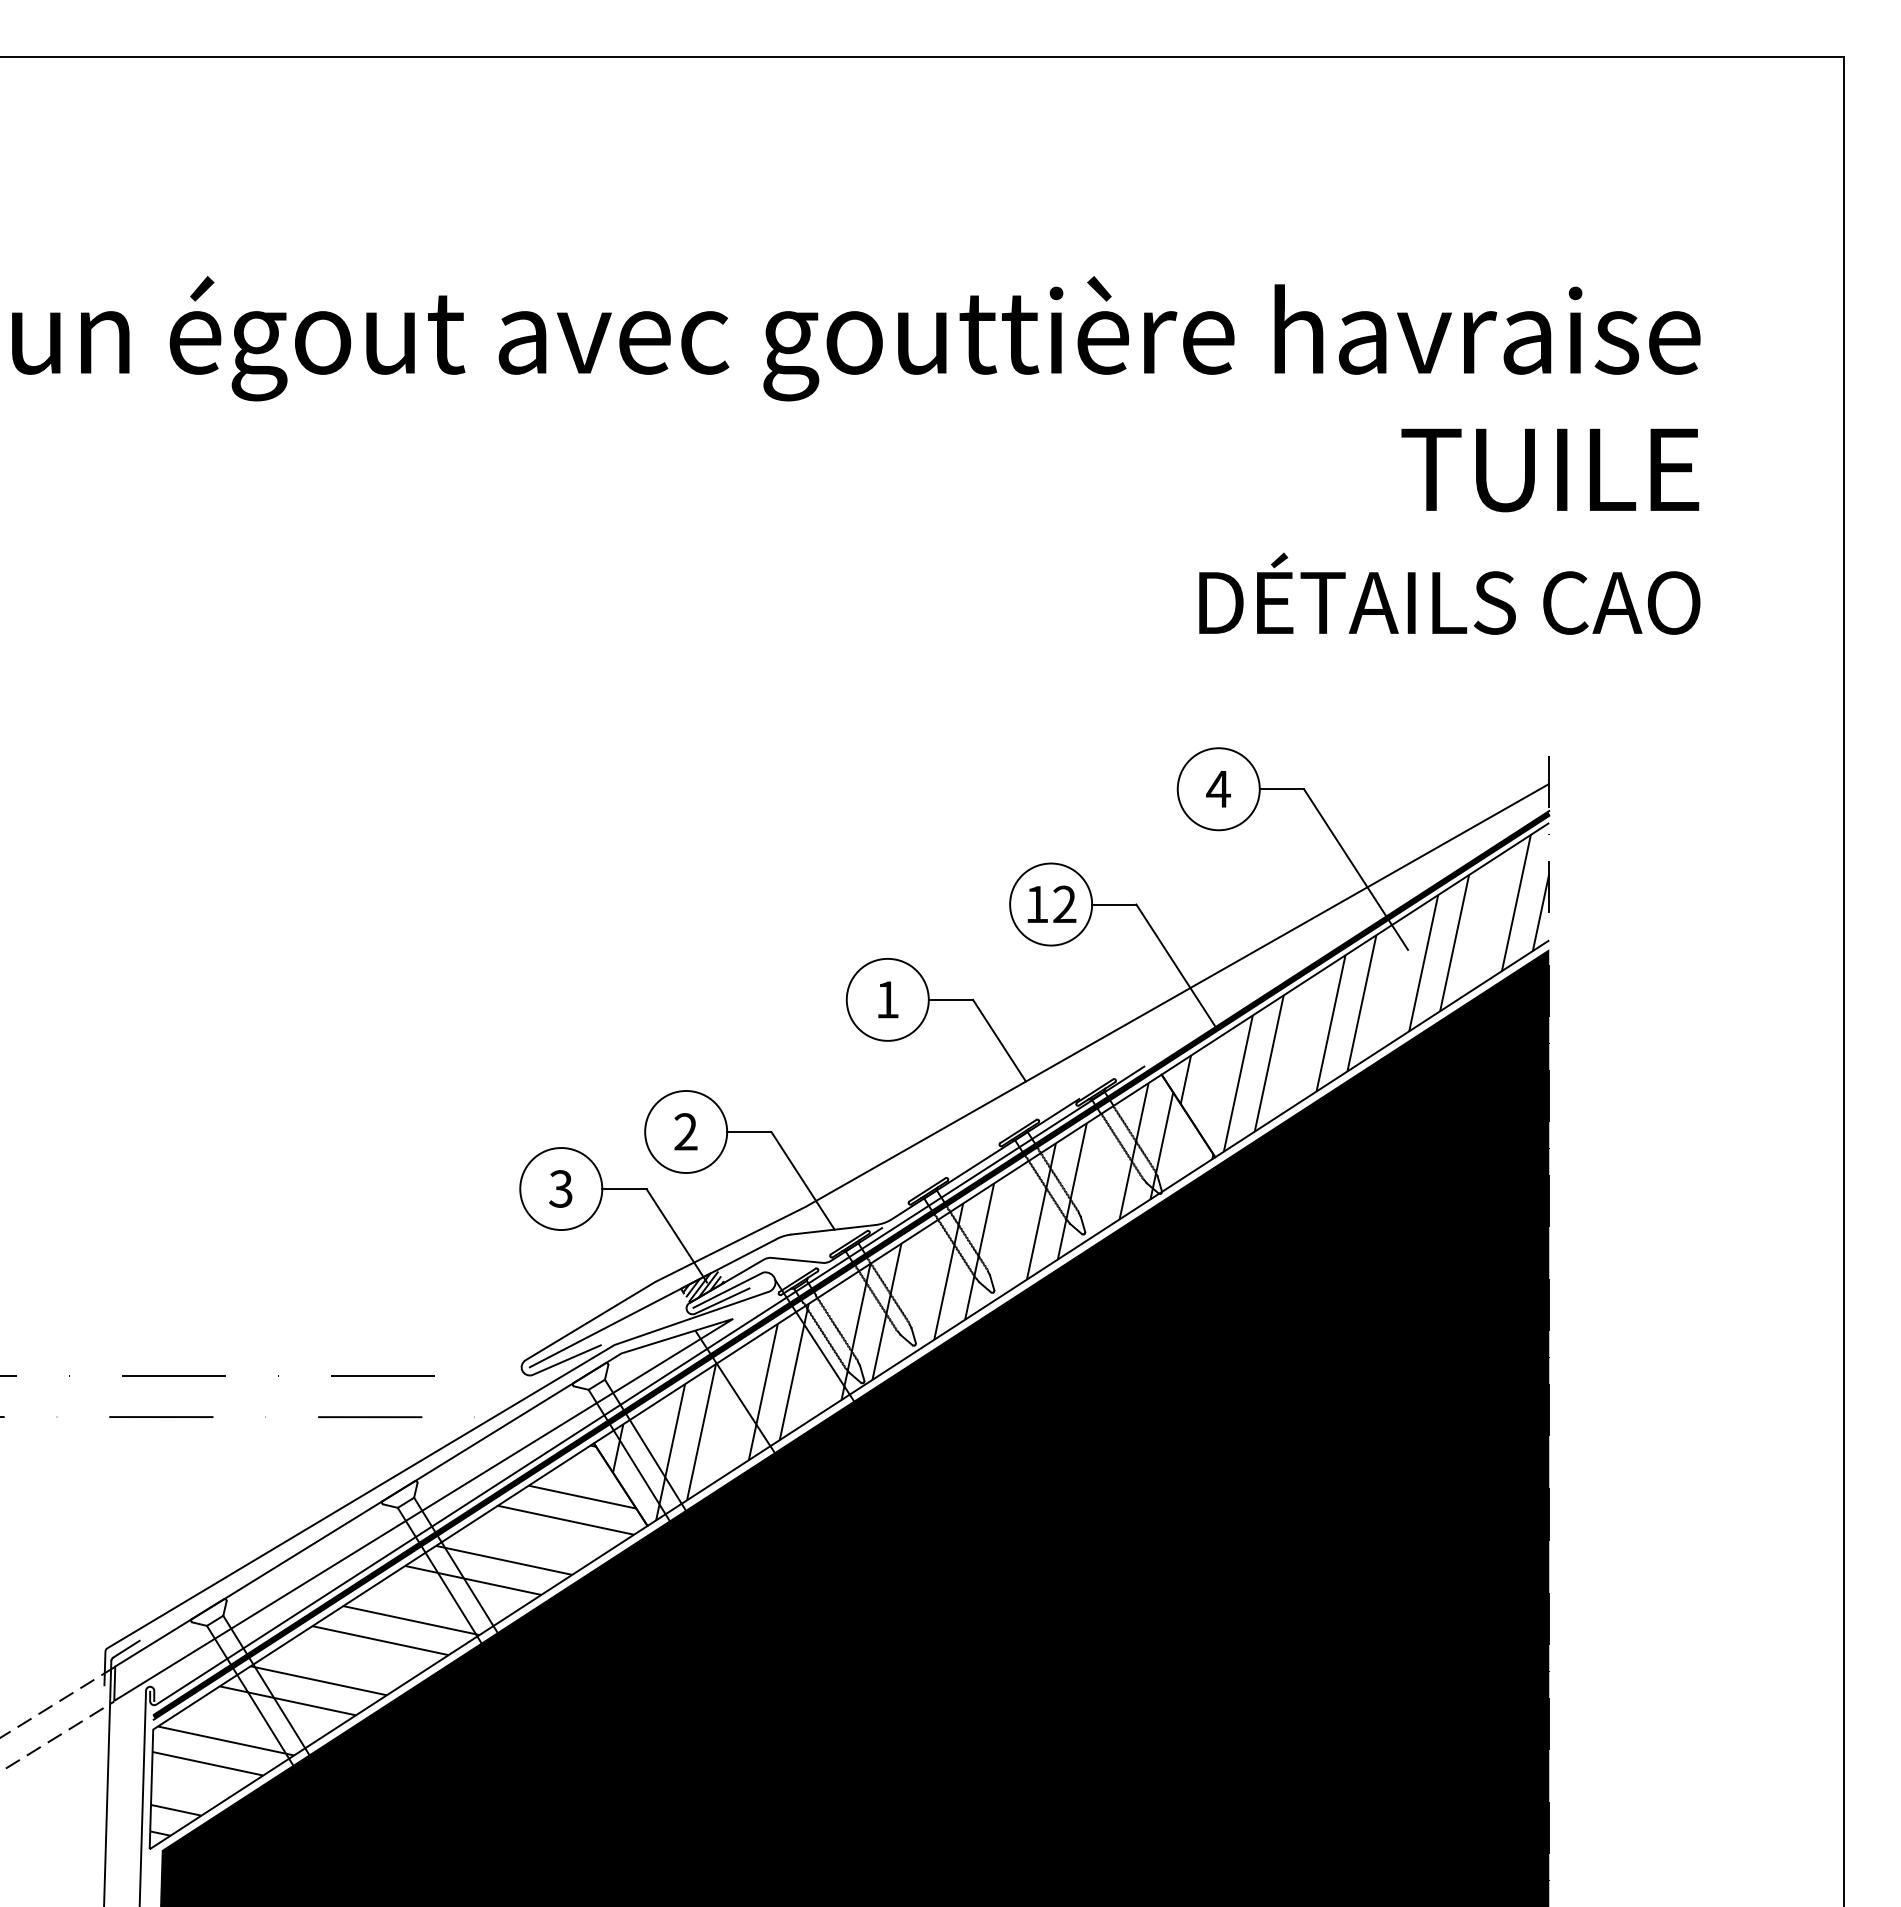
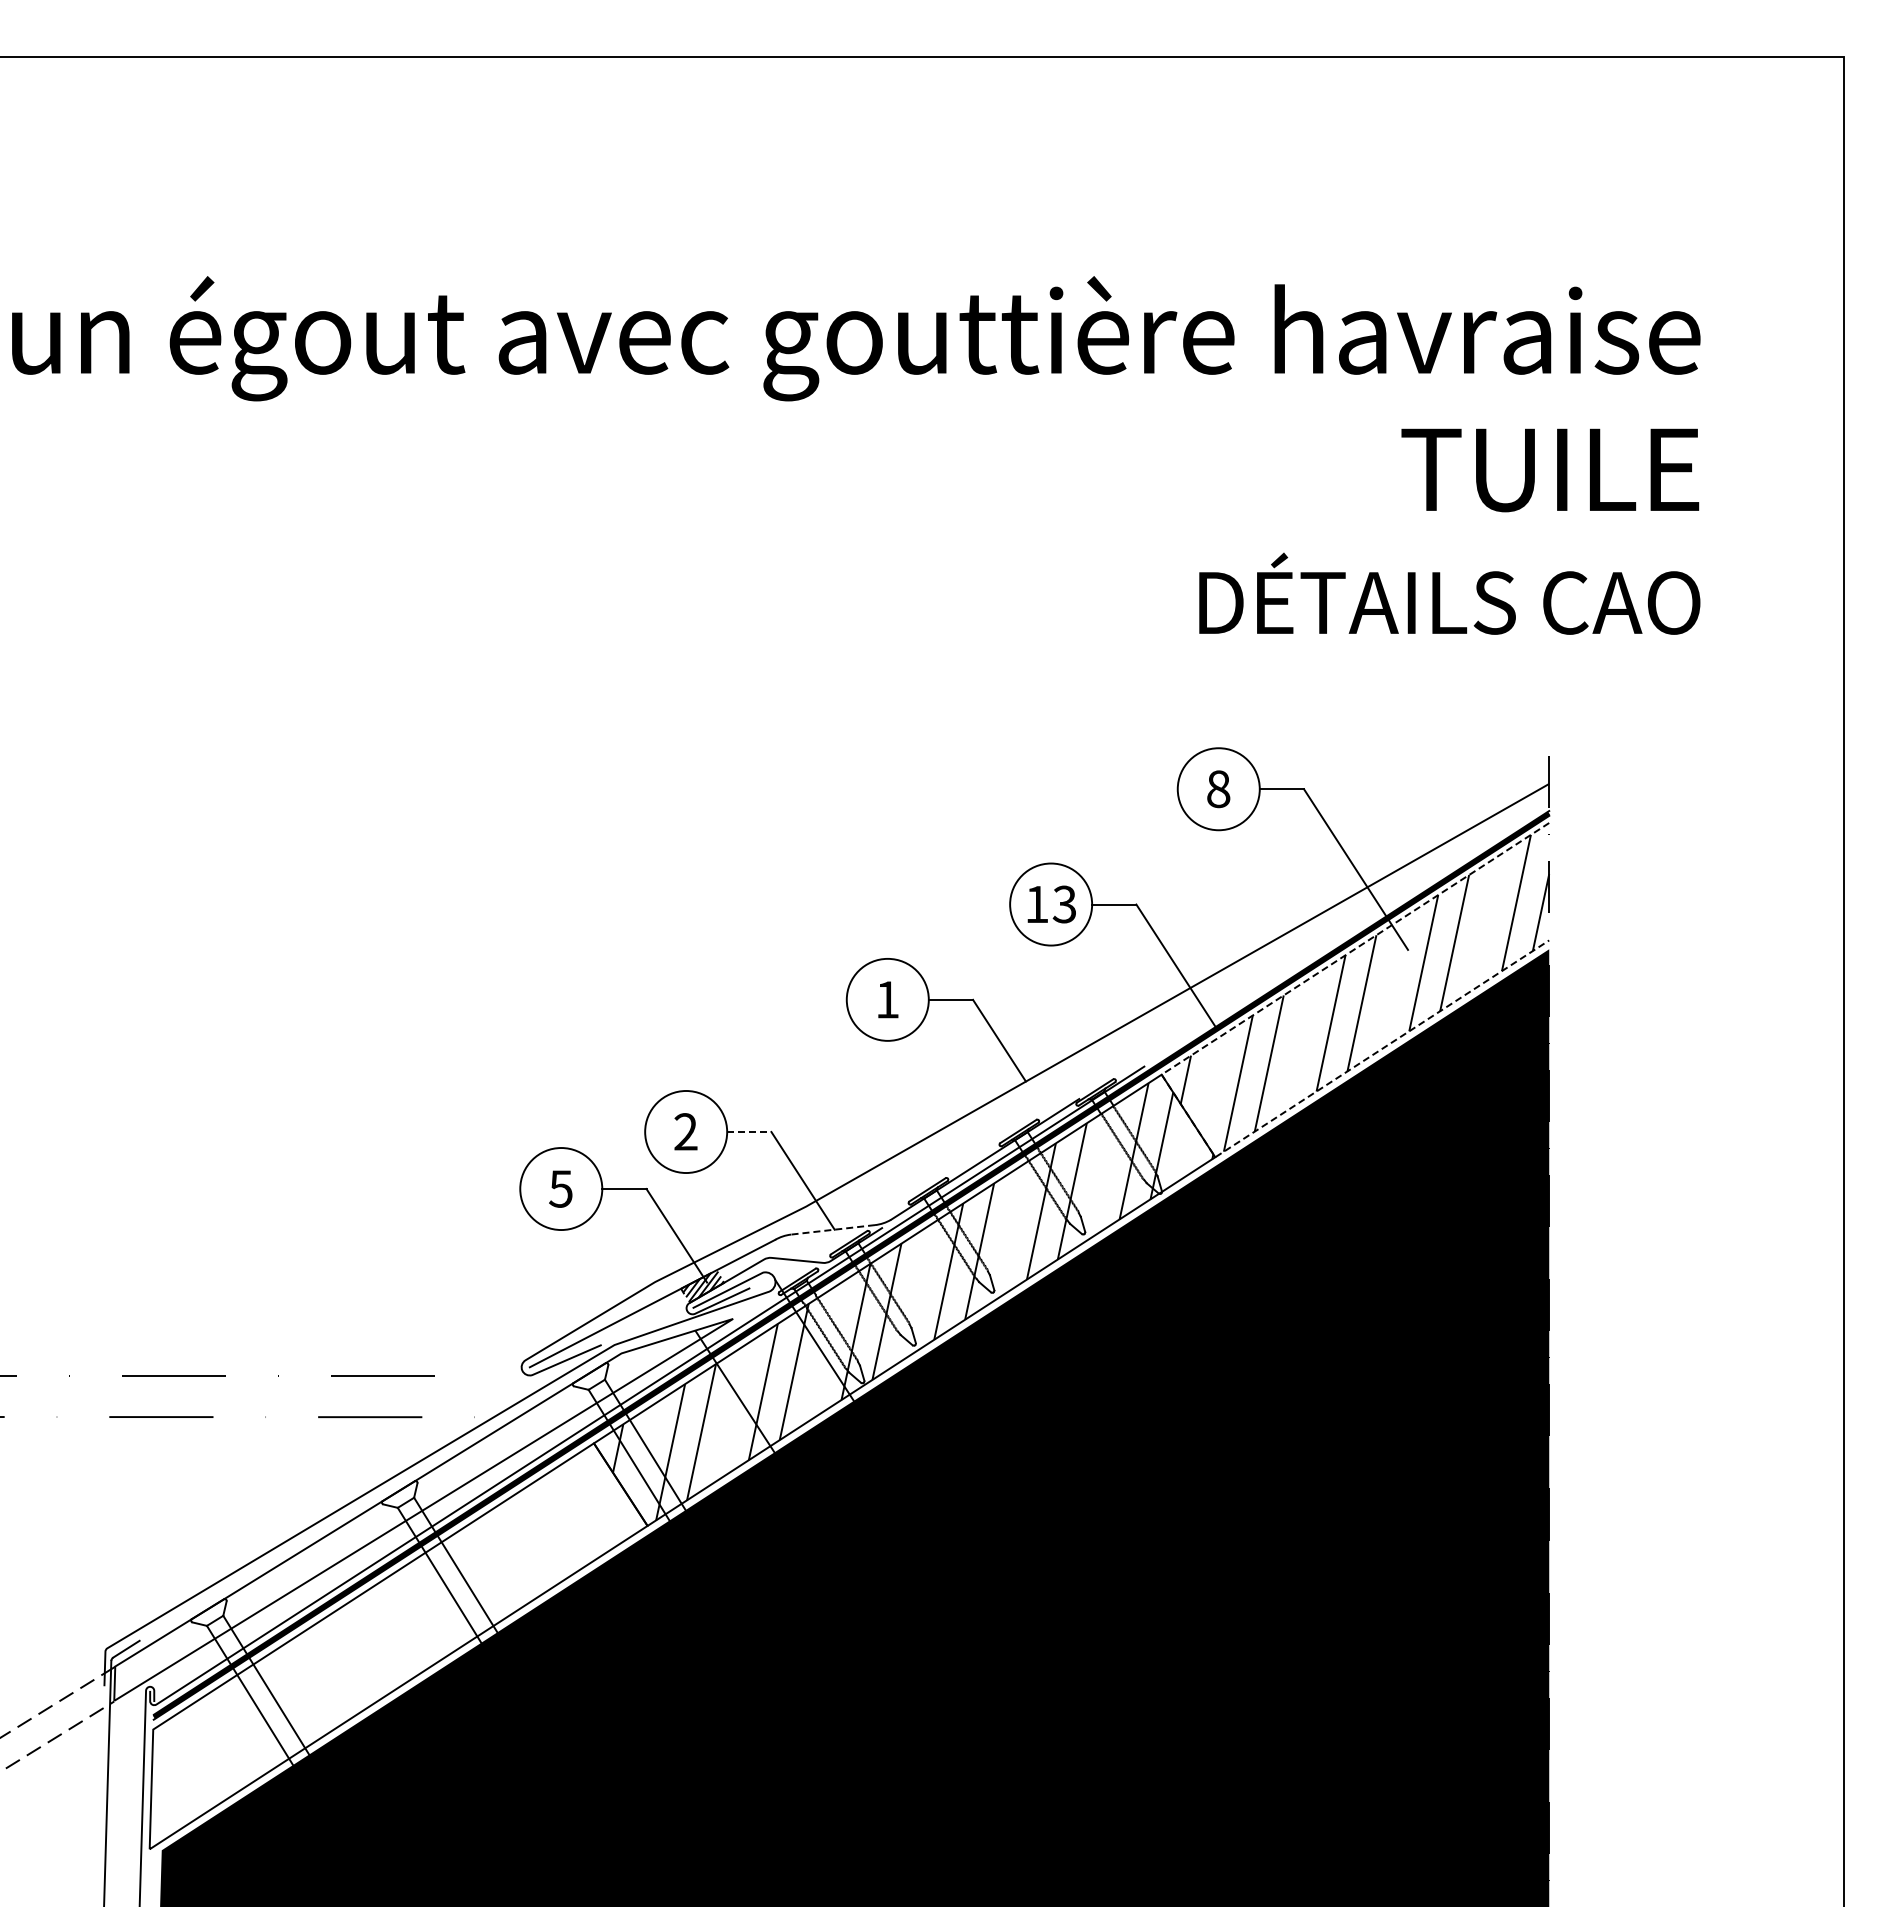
text at (1218, 789): 4 -> 8
text at (1064, 904): 12 -> 13
line at (1171, 1089): solid -> dashed
line at (749, 1132): solid -> dashed
text at (560, 1188): 3 -> 5
line at (832, 1229): solid -> dashed
hatch at (393, 1640): present -> none
